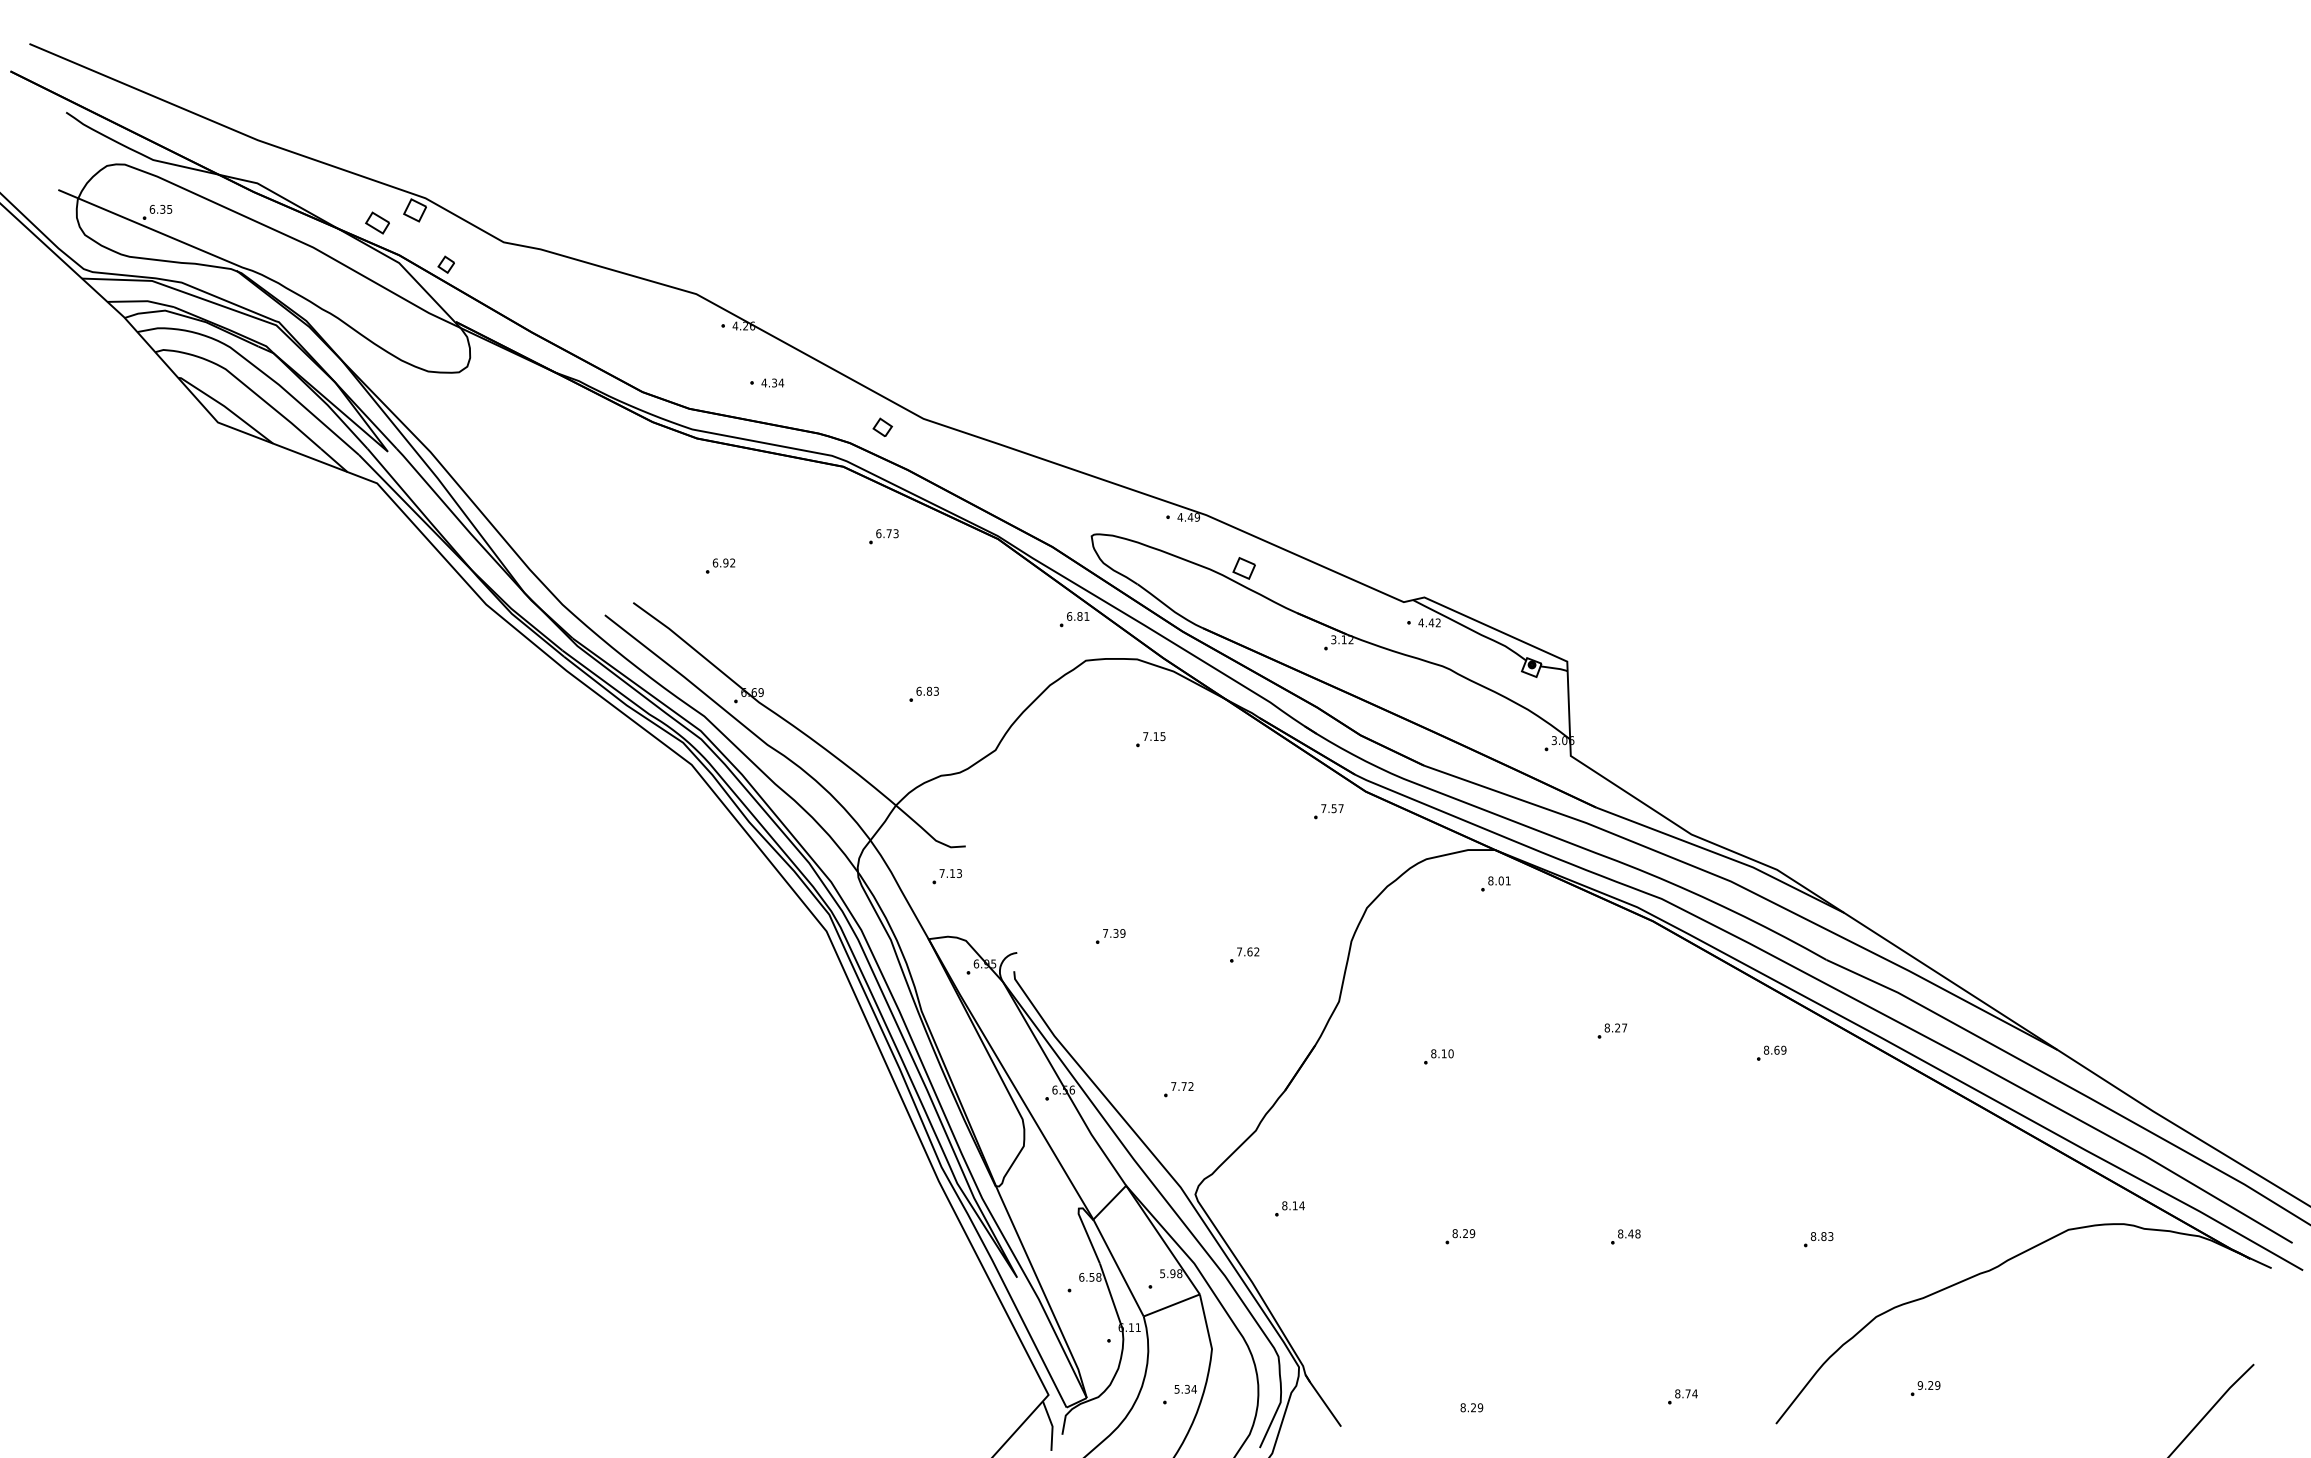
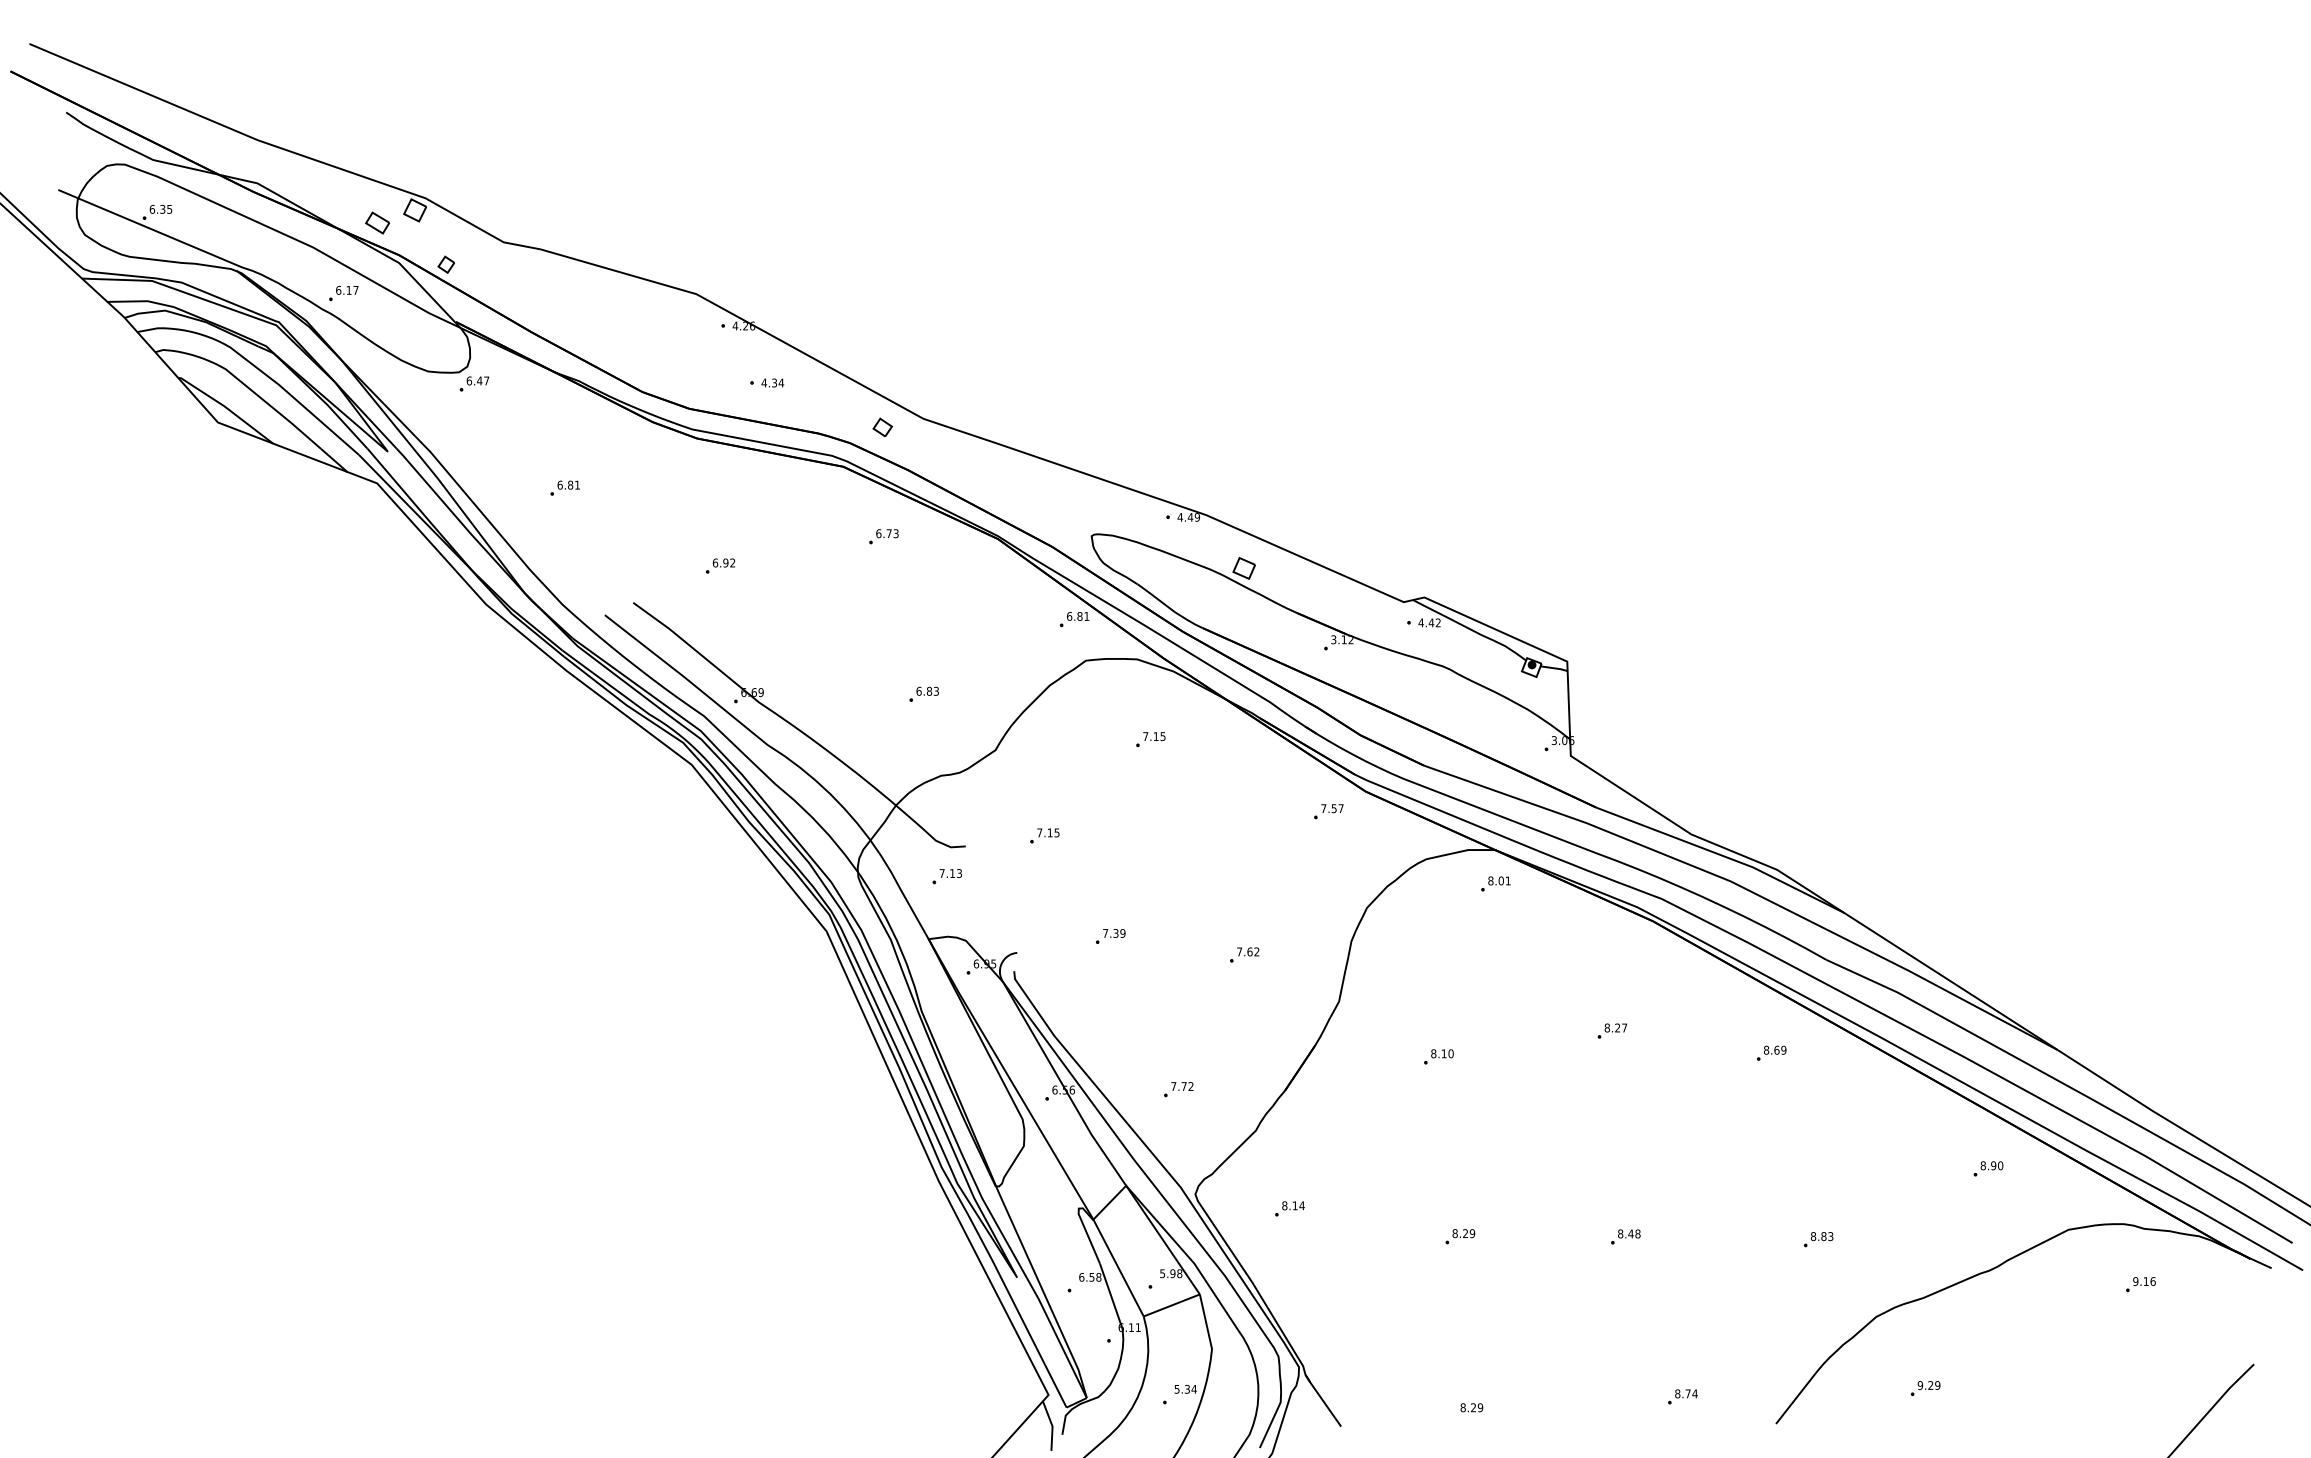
part at (343, 293): none -> present
part at (474, 383): none -> present
part at (564, 487): none -> present
part at (1044, 835): none -> present
part at (1988, 1168): none -> present
part at (2140, 1284): none -> present
